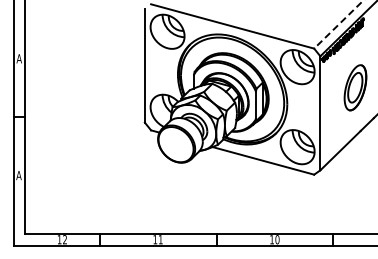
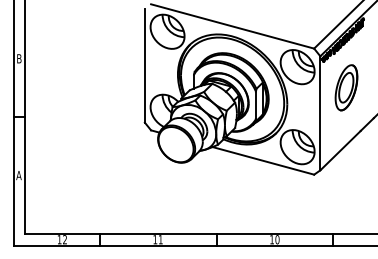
line at (338, 24): dashed -> solid
text at (18, 58): A -> B
part at (355, 87) position: (355, 87) -> (346, 87)
